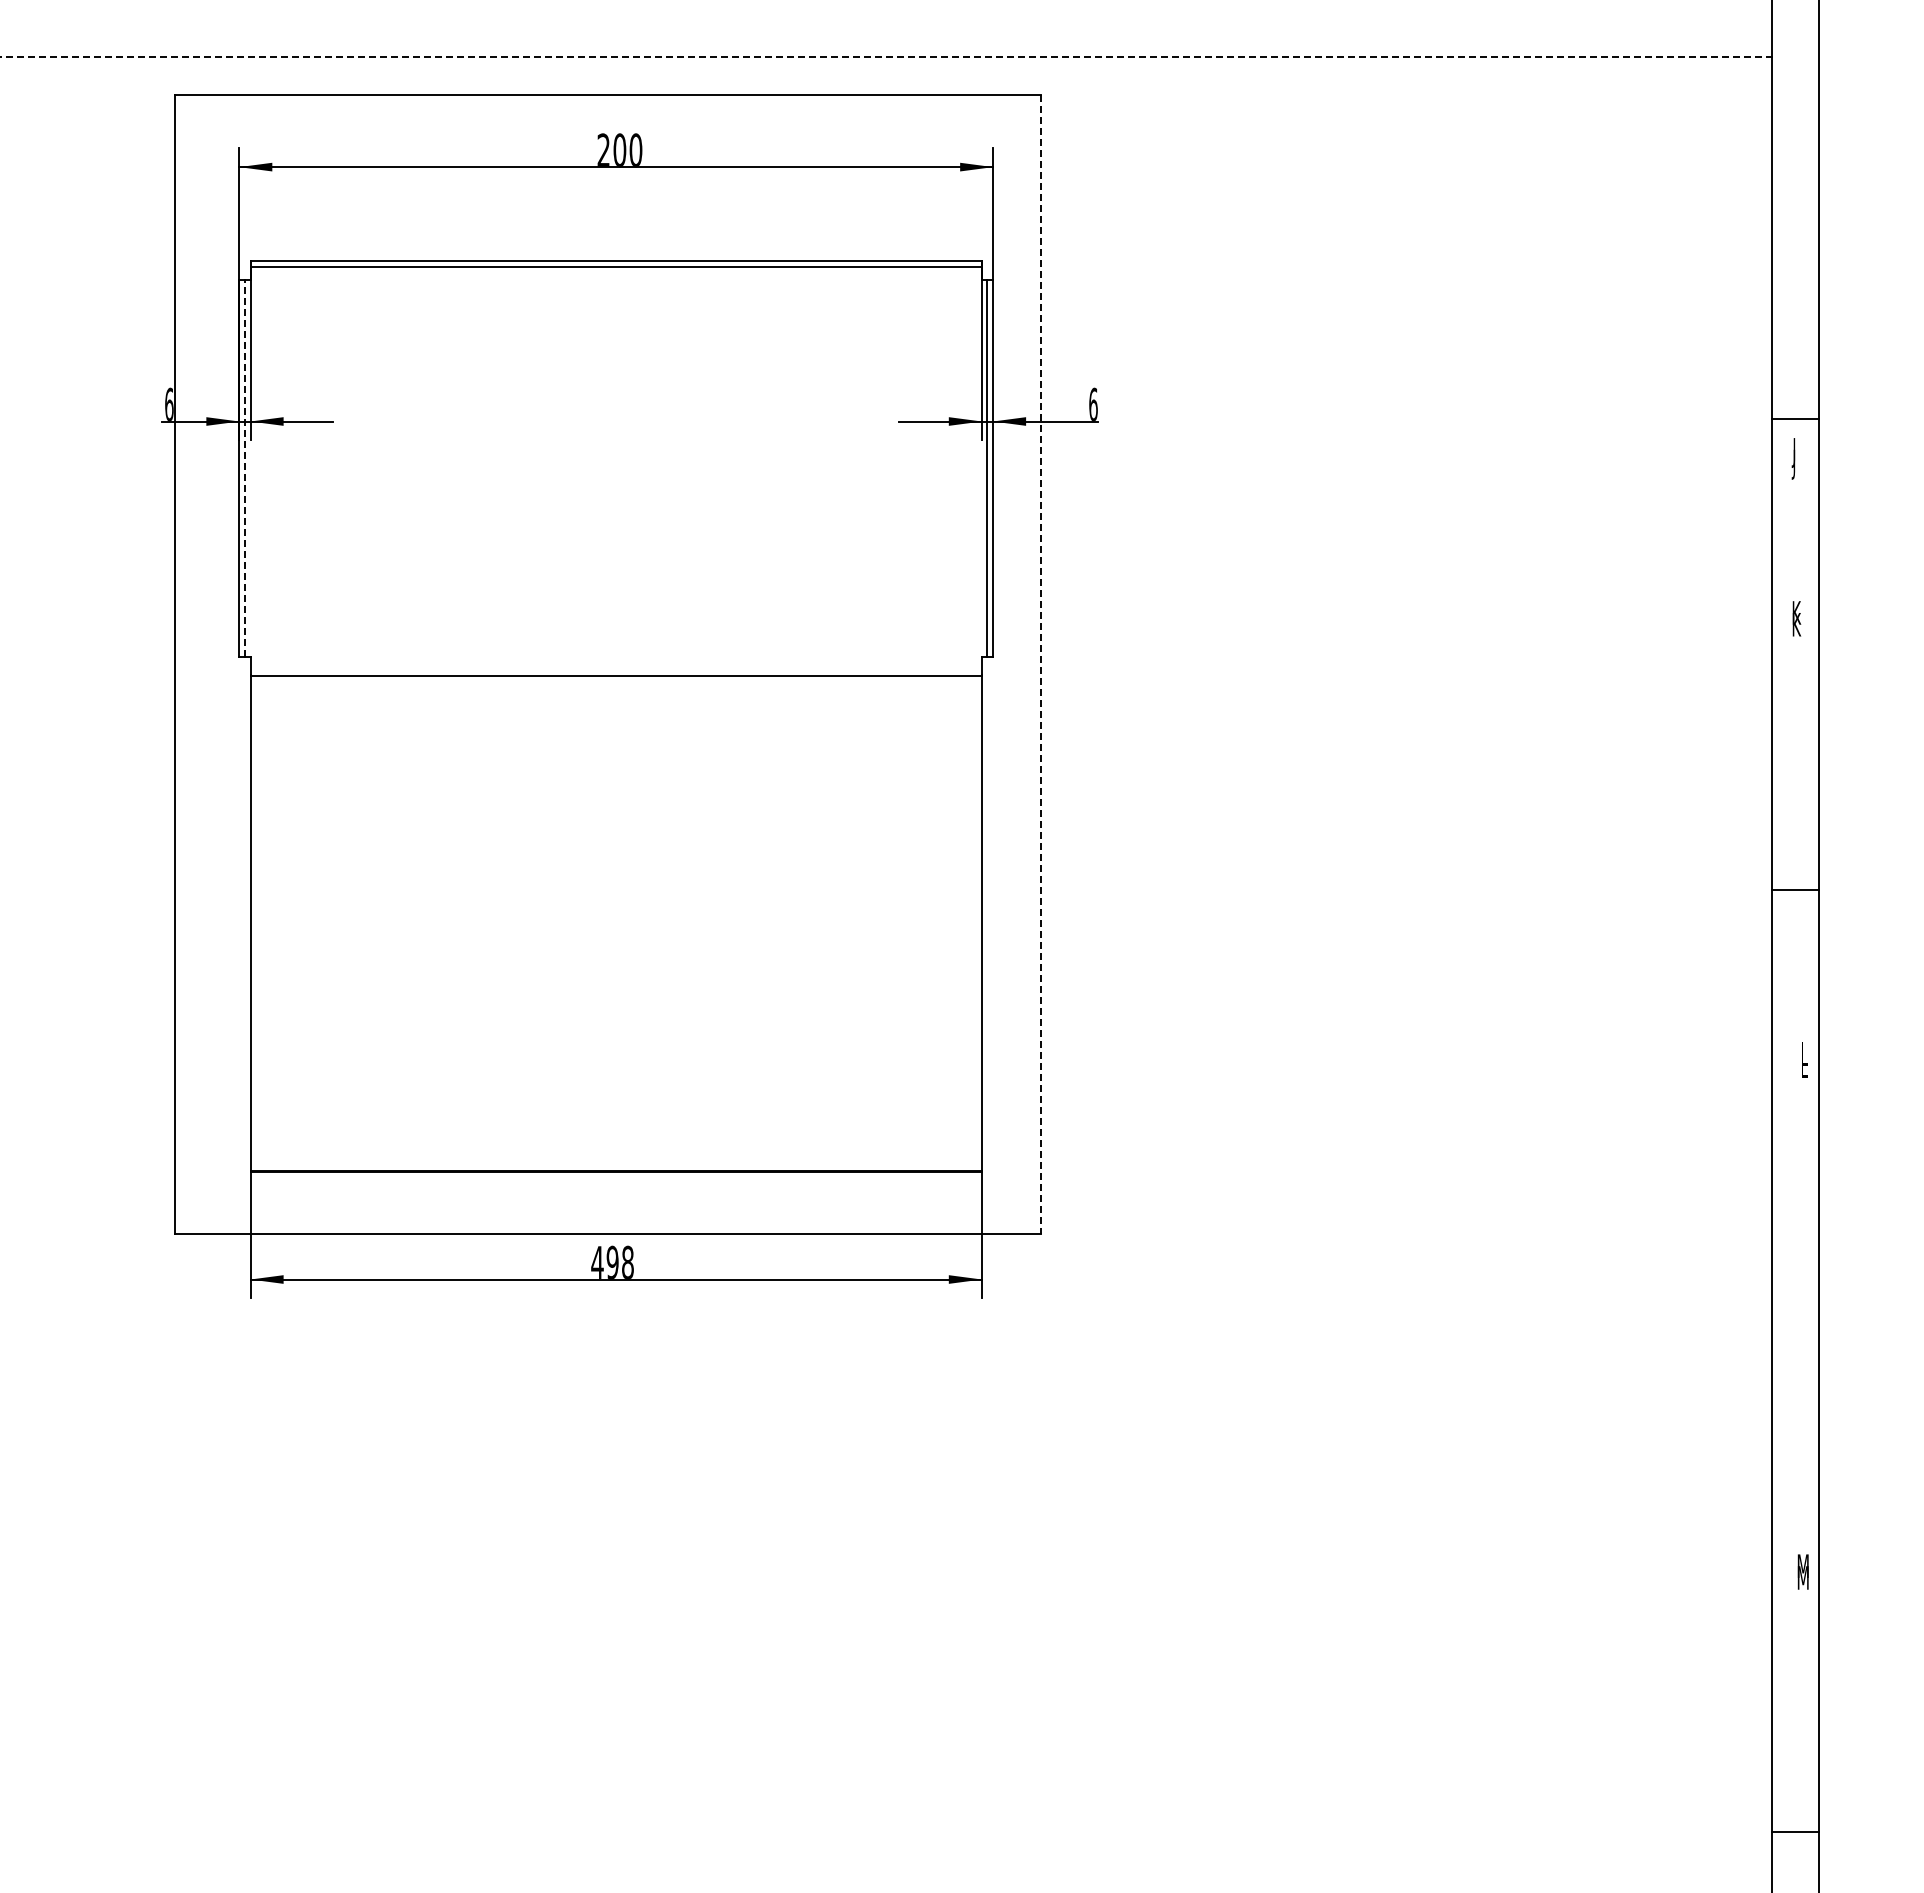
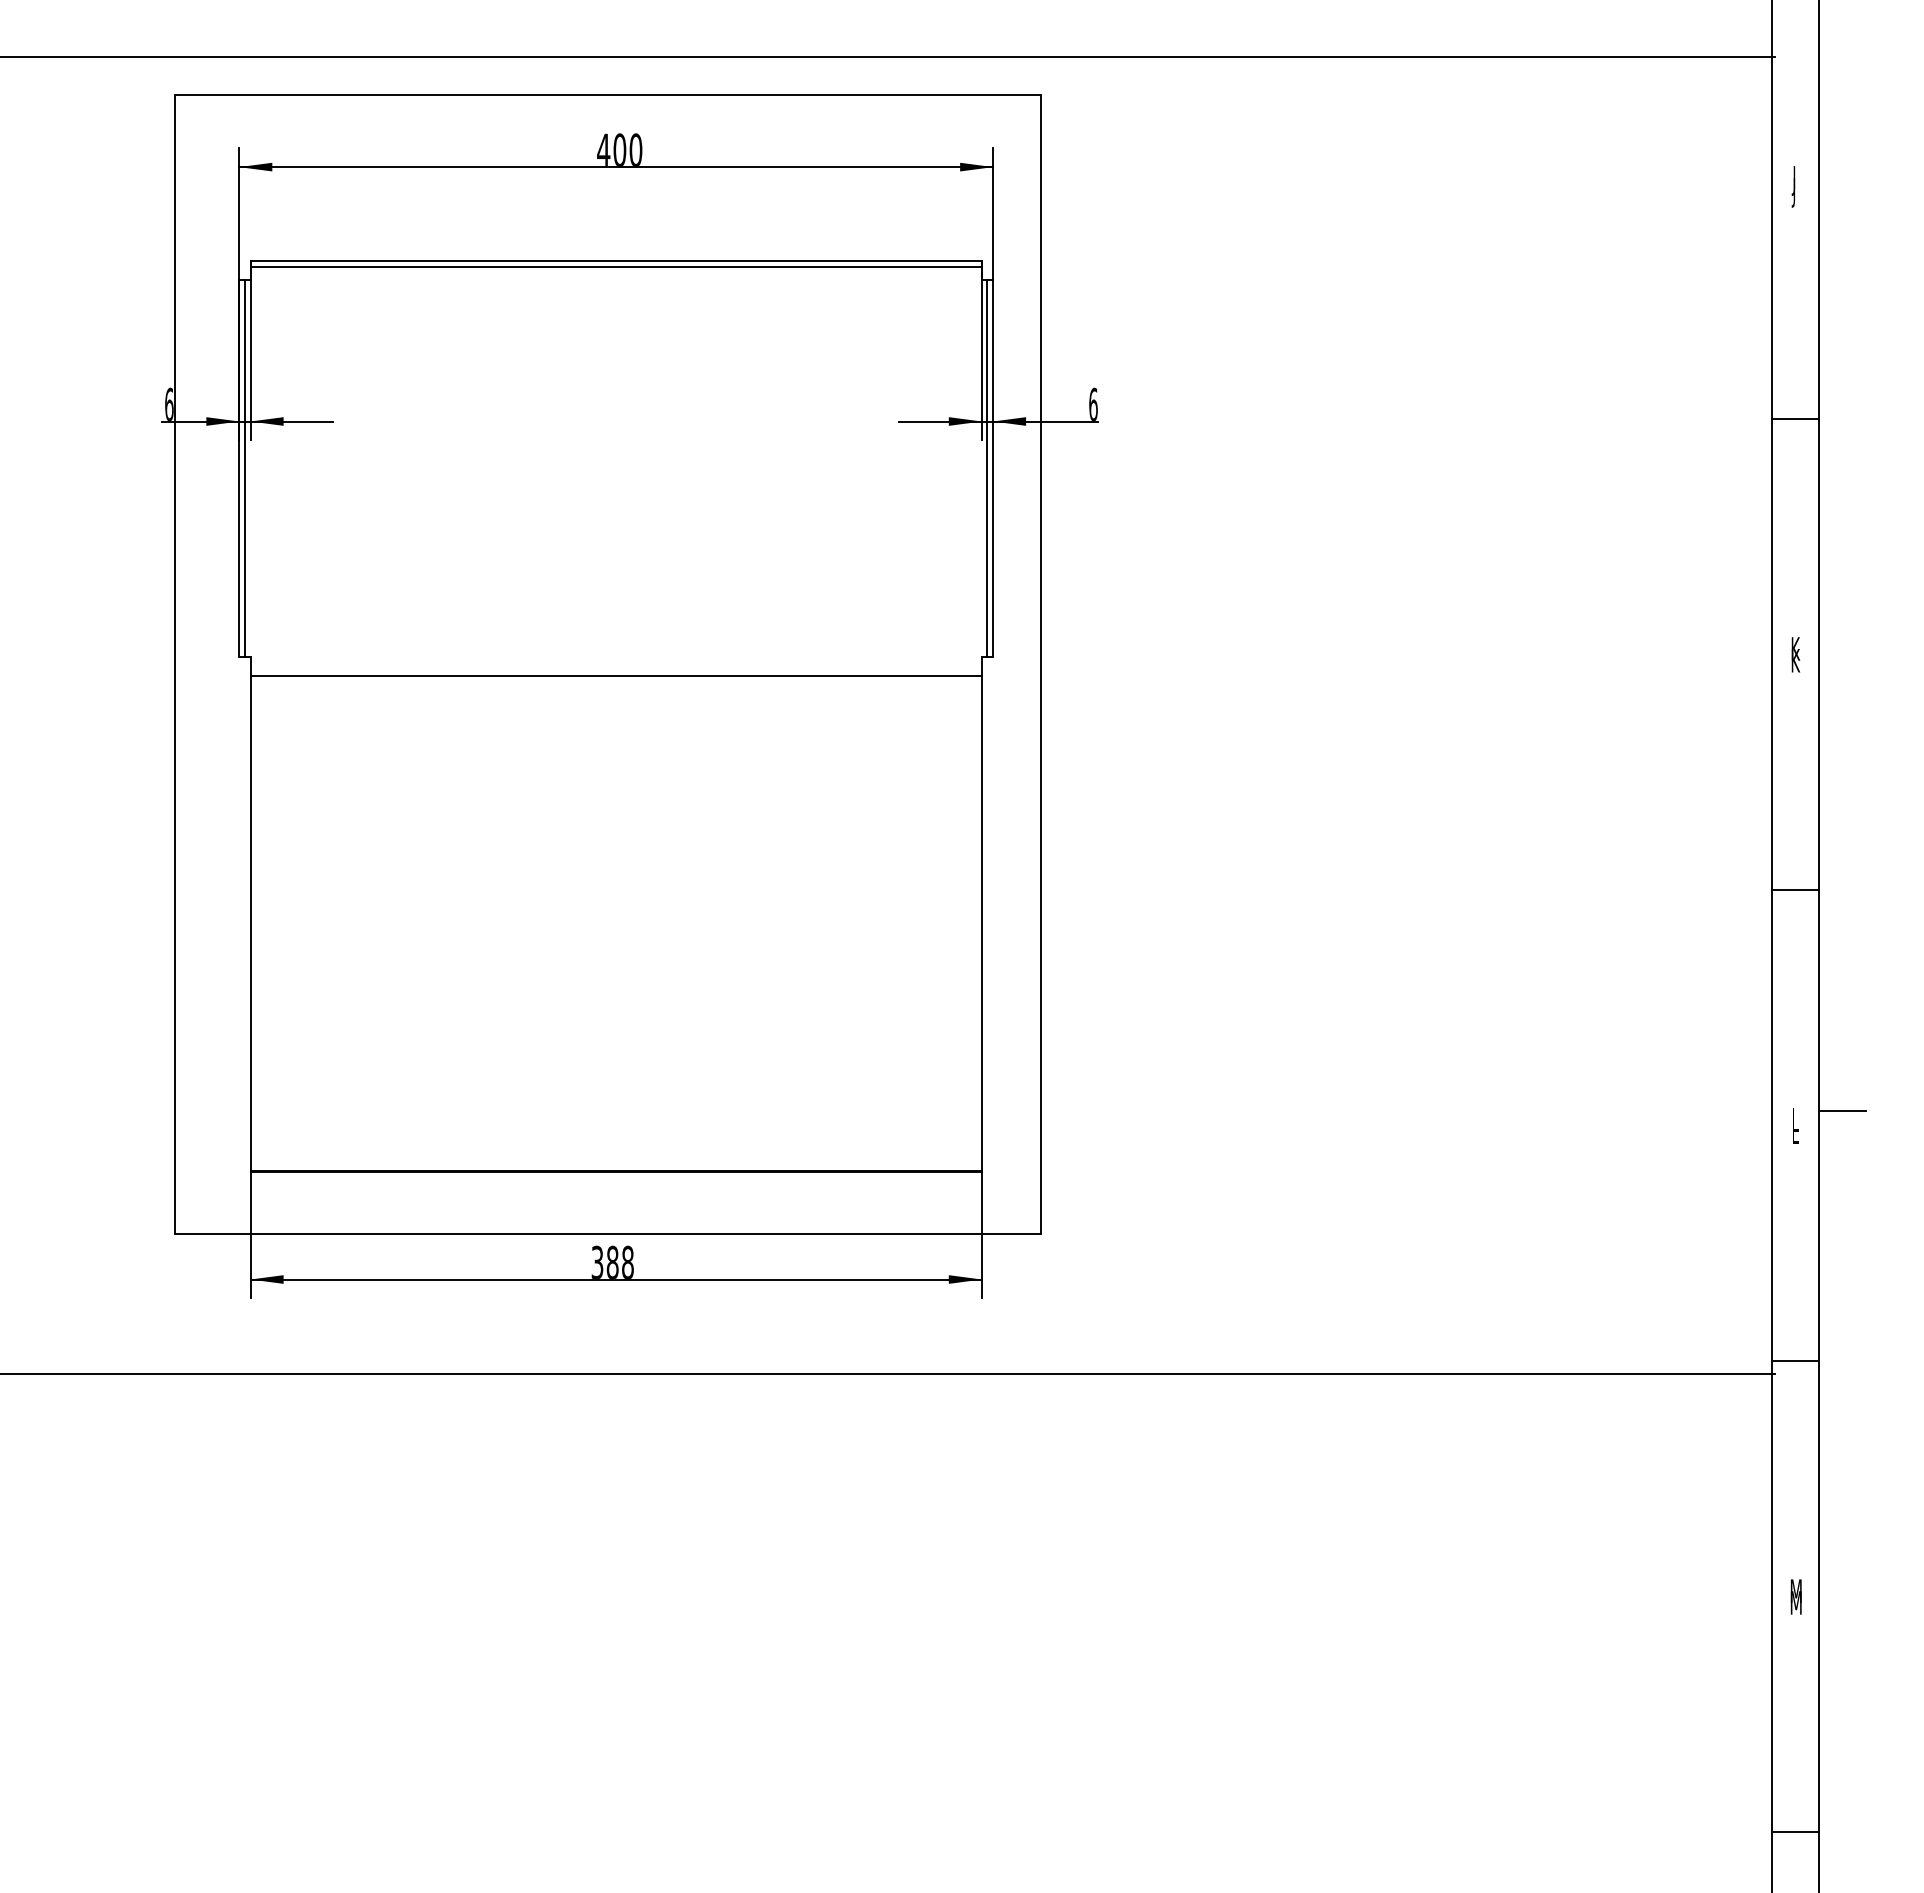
line at (888, 56): dashed -> solid
text at (603, 149): 200 -> 400
text at (1793, 458) position: (1793, 458) -> (1793, 186)
line at (244, 468): dashed -> solid
text at (1796, 618) position: (1796, 618) -> (1795, 654)
line at (1041, 664): dashed -> solid
text at (1804, 1059) position: (1804, 1059) -> (1795, 1125)
line at (1842, 1111): none -> present
text at (604, 1261): 498 -> 388
line at (1795, 1361): none -> present
line at (888, 1374): none -> present
text at (1802, 1571) position: (1802, 1571) -> (1795, 1596)
